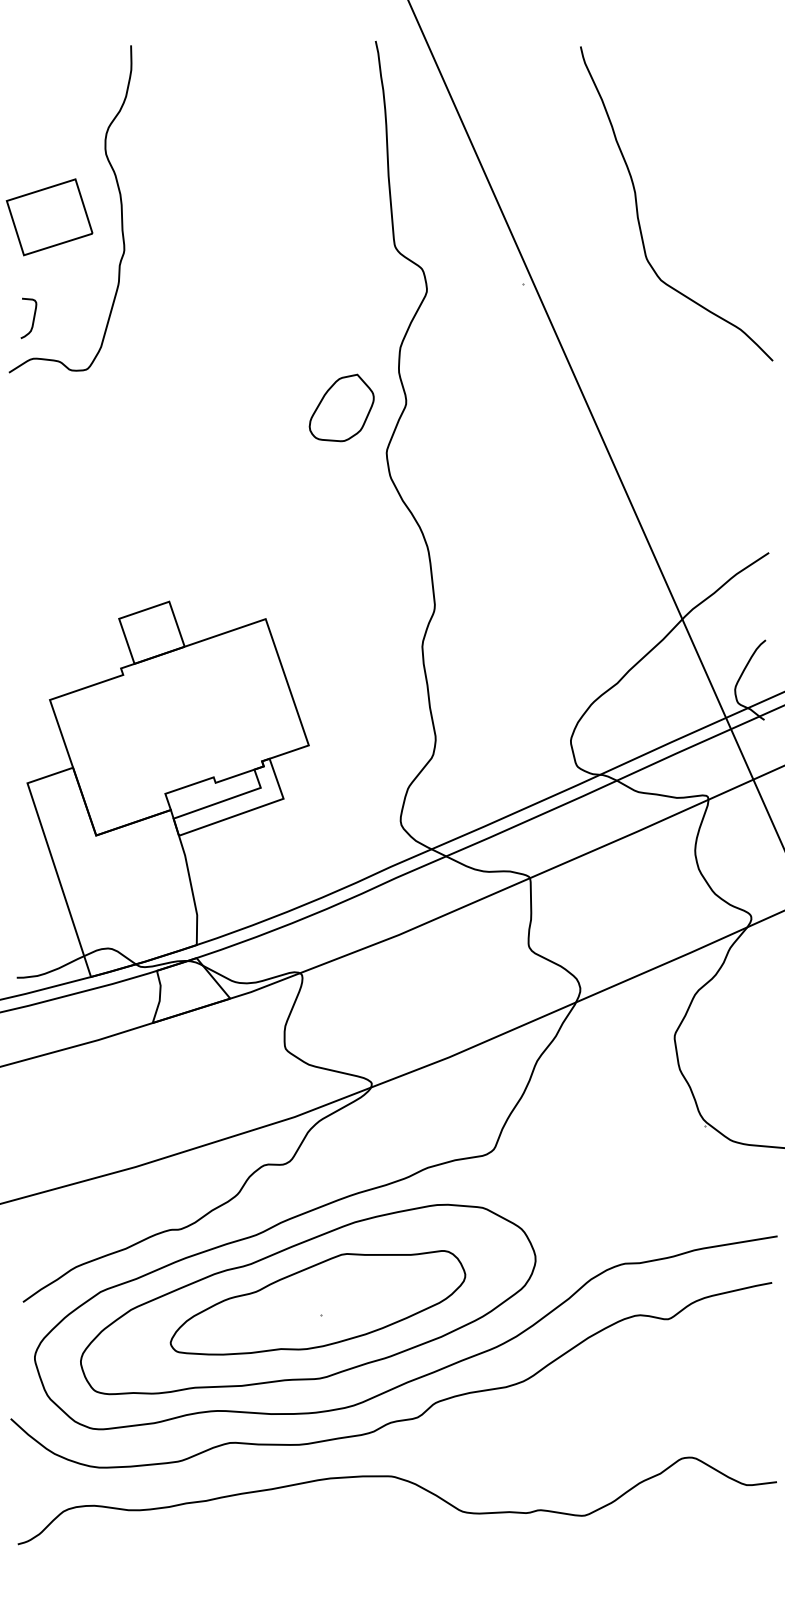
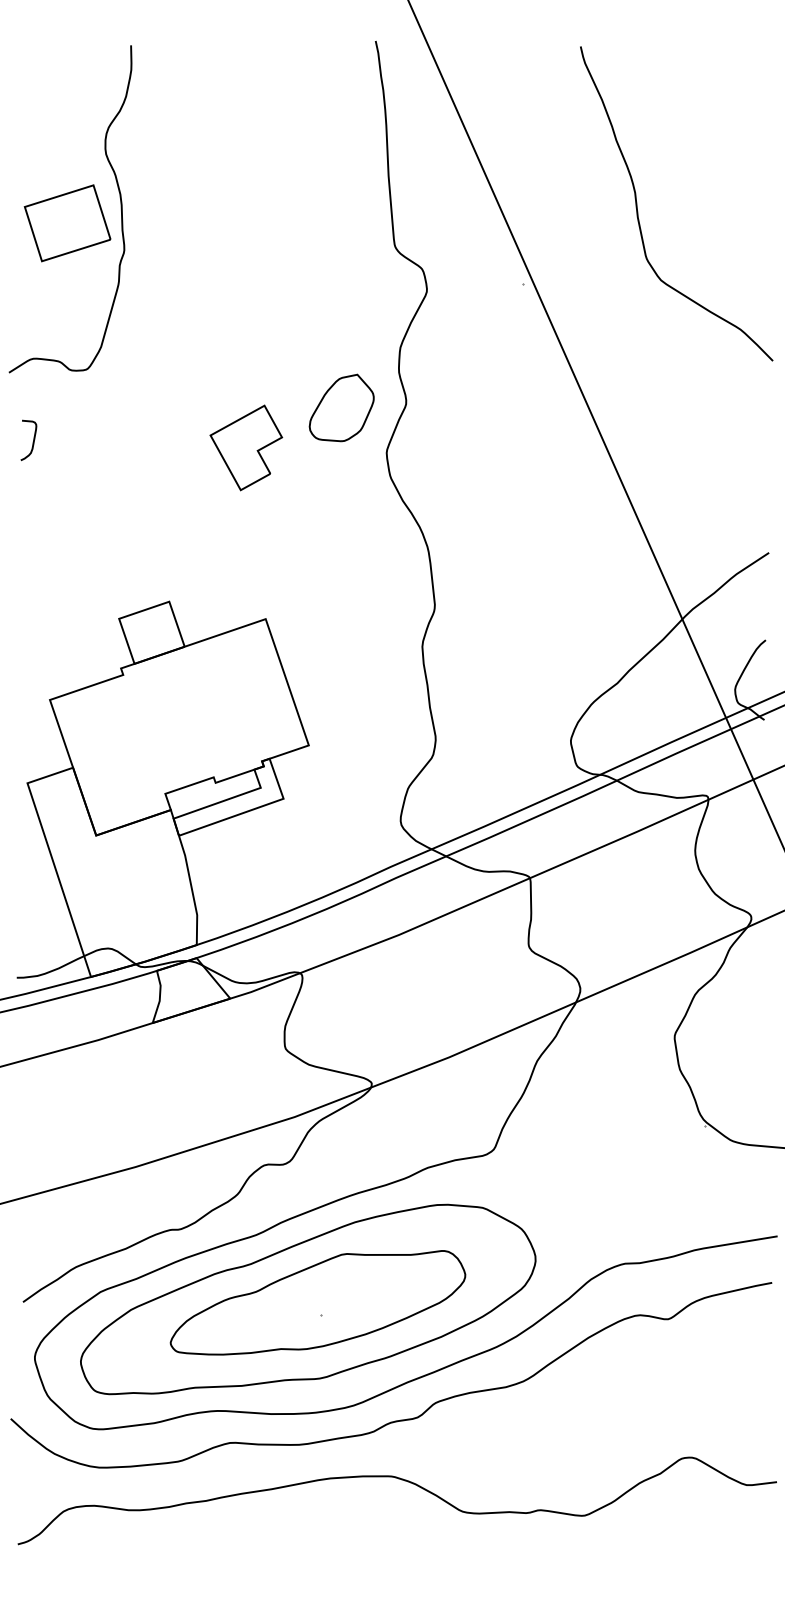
part at (49, 217) position: (49, 217) -> (67, 223)
curve at (32, 320) position: (32, 320) -> (32, 442)
part at (246, 447): none -> present
